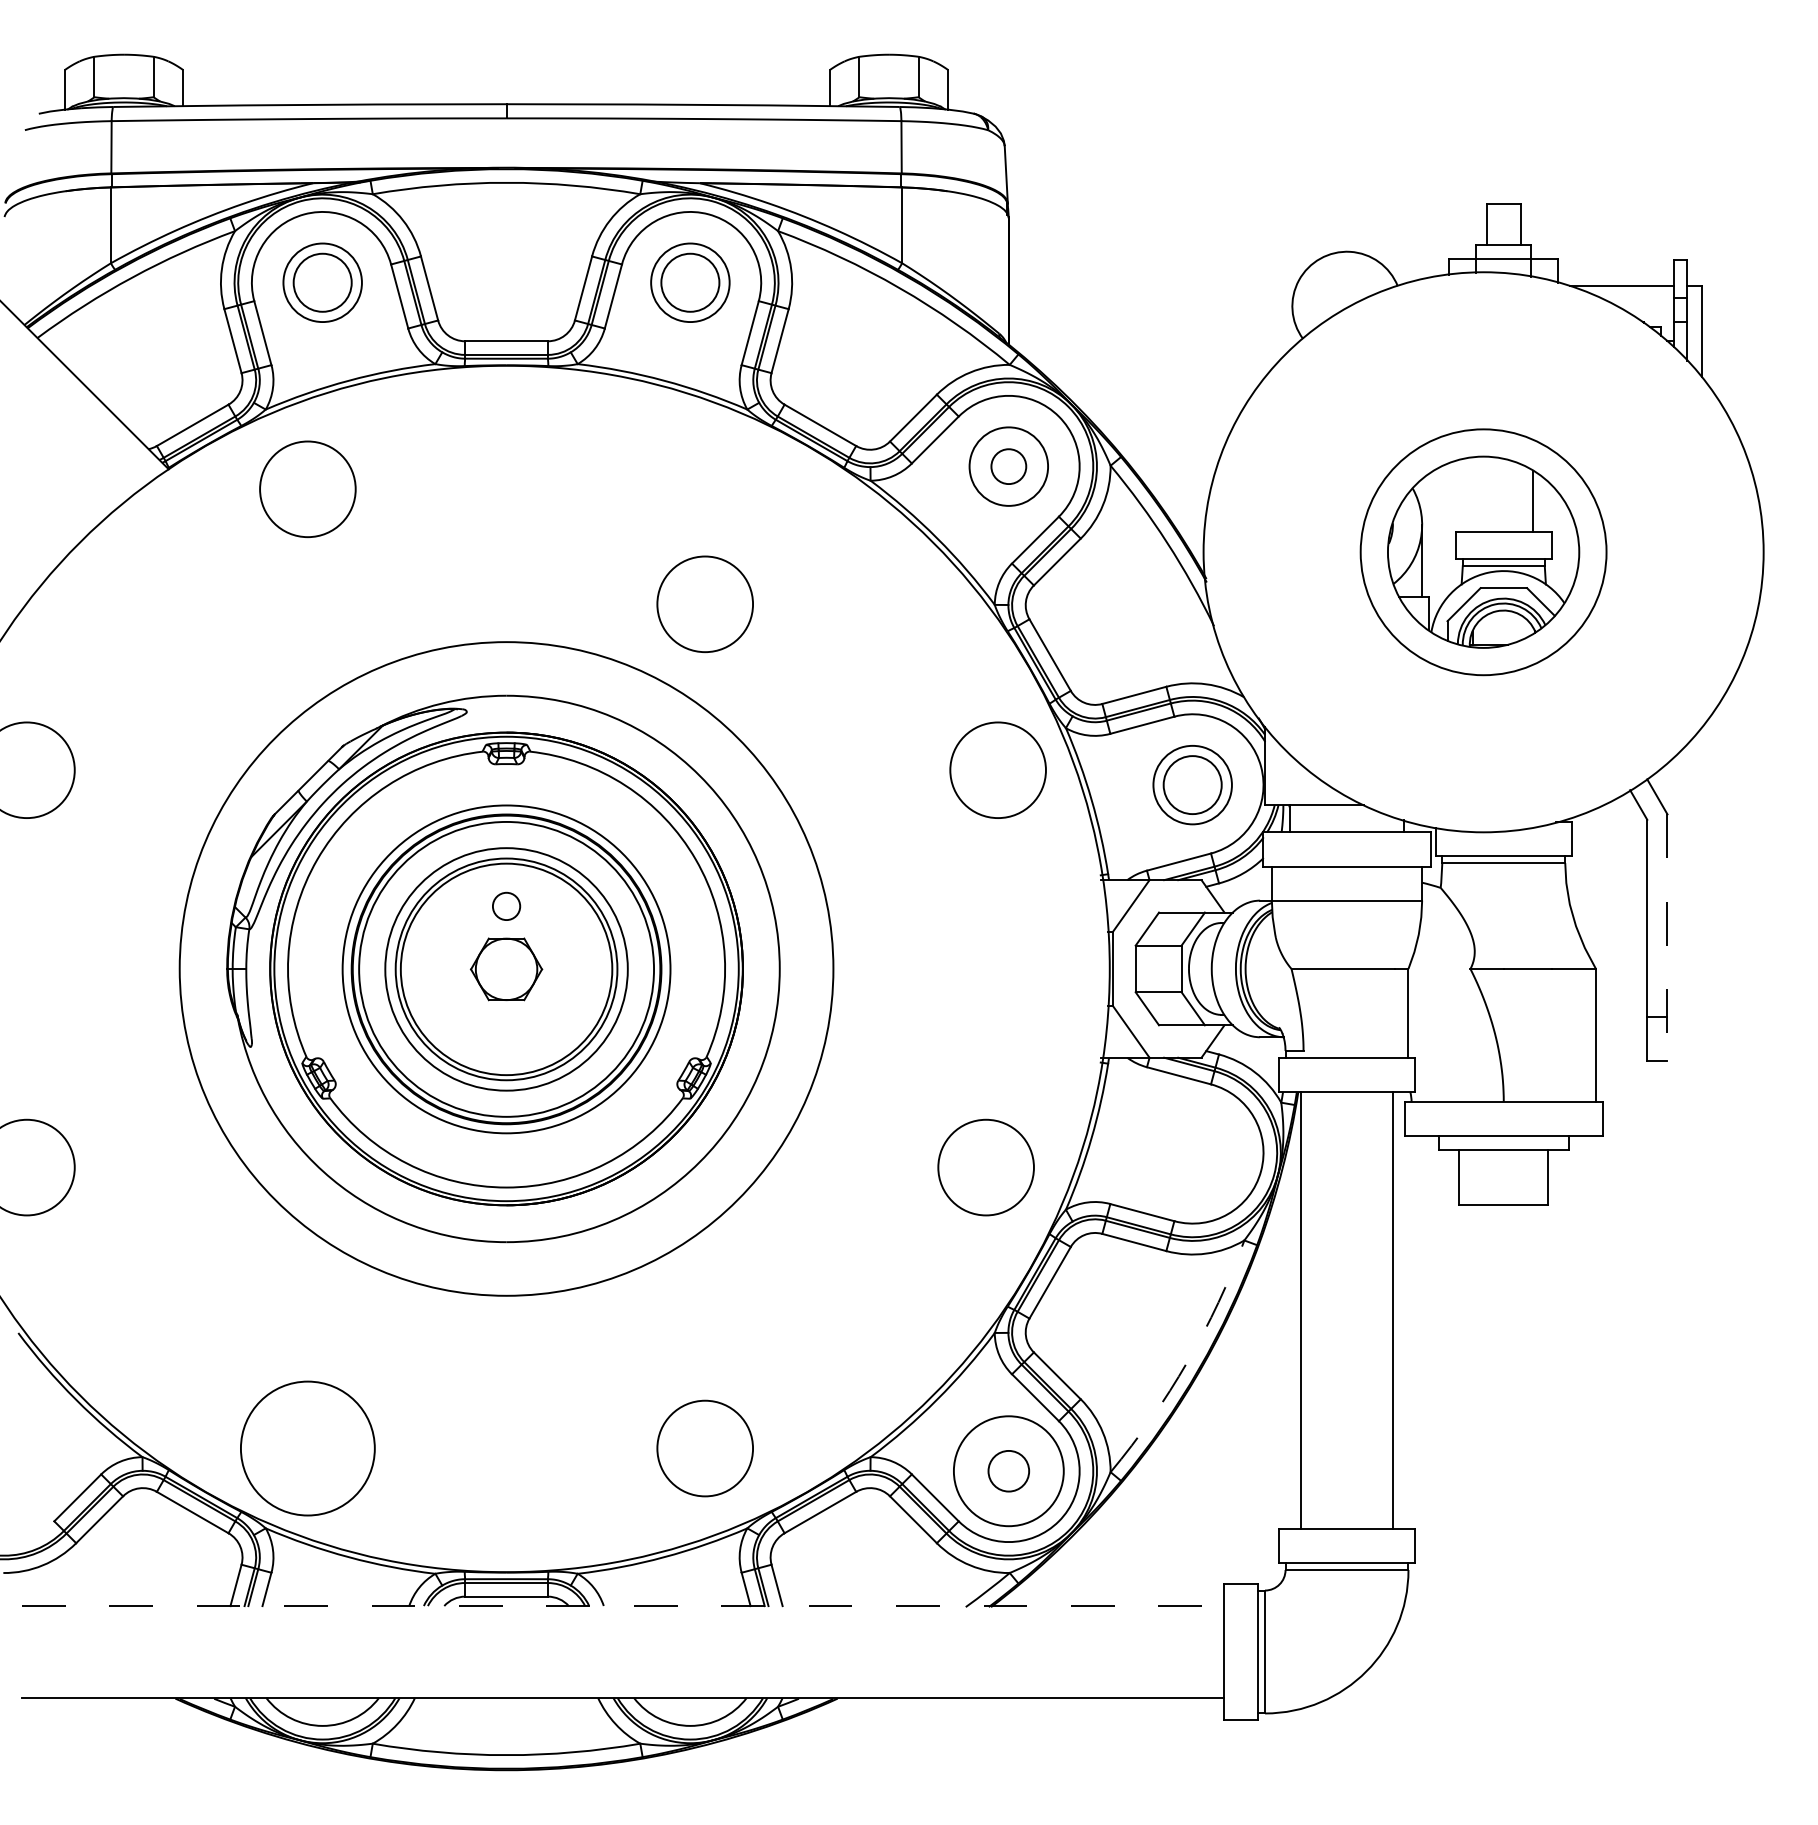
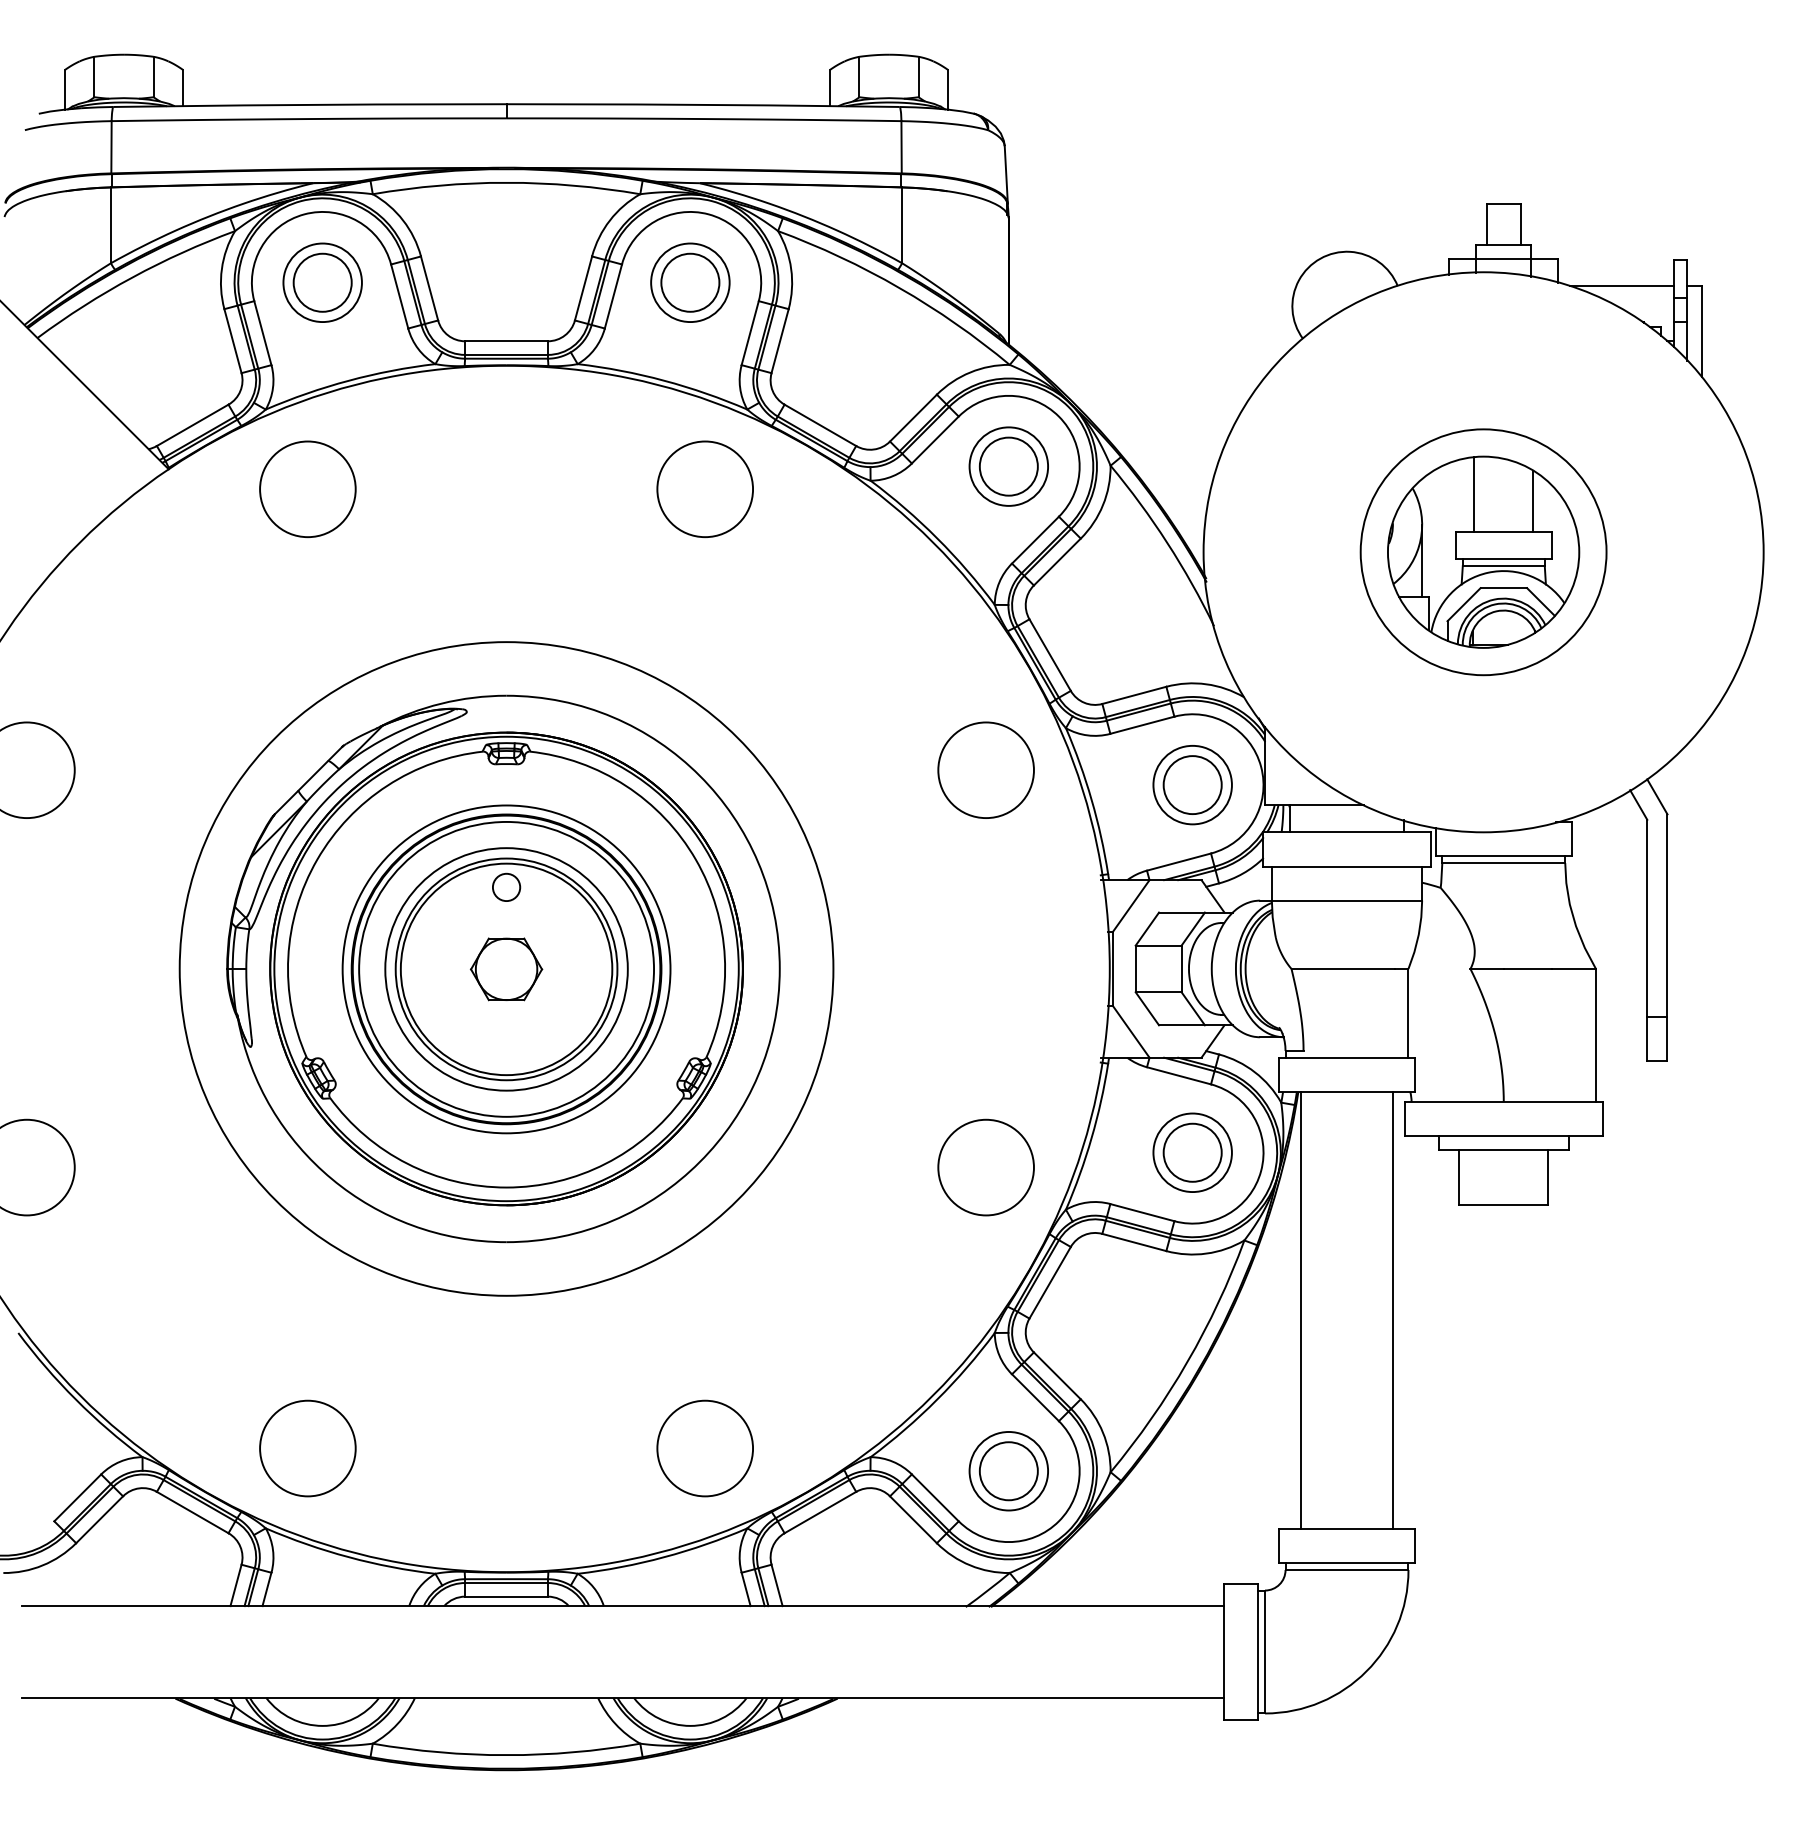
circle at (1008, 466) diameter: 35 px -> 58 px
line at (1474, 494): none -> present
circle at (704, 604) position: (704, 604) -> (704, 489)
circle at (997, 769) position: (997, 769) -> (985, 769)
circle at (506, 905) position: (506, 905) -> (506, 886)
line at (1667, 938): dashed -> solid
part at (1192, 1152): none -> present
arc at (1187, 1362): dashed -> solid
circle at (307, 1448) diameter: 134 px -> 96 px
circle at (1008, 1470) diameter: 41 px -> 58 px
circle at (1008, 1471) diameter: 110 px -> 79 px
line at (623, 1606): dashed -> solid
